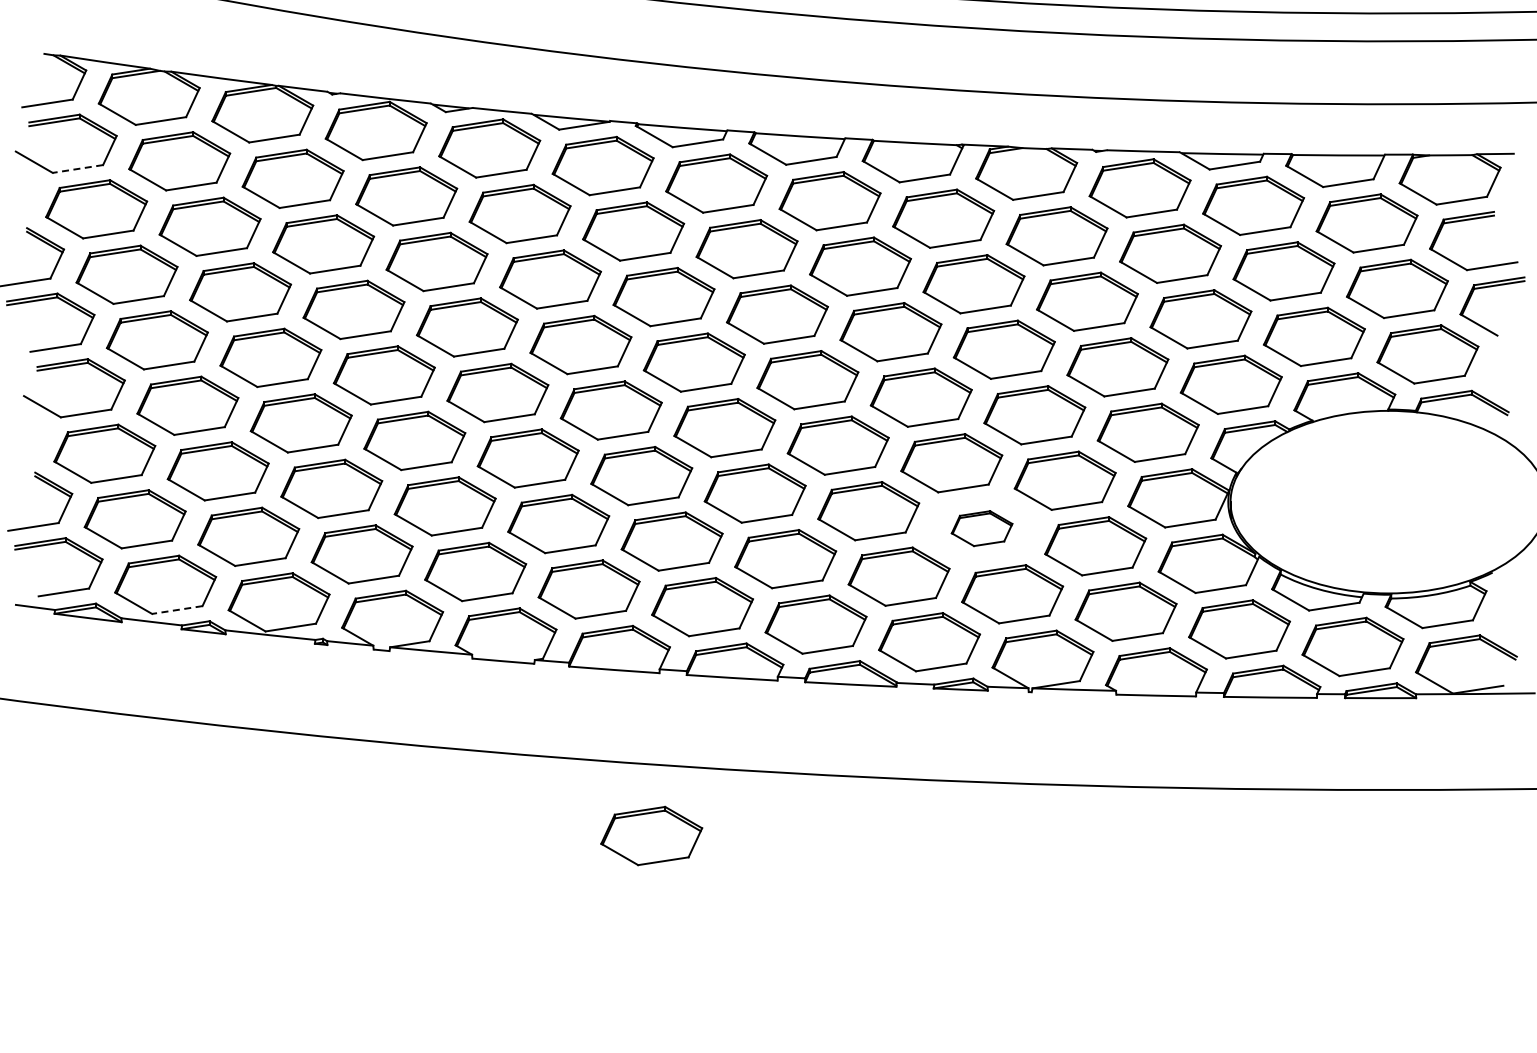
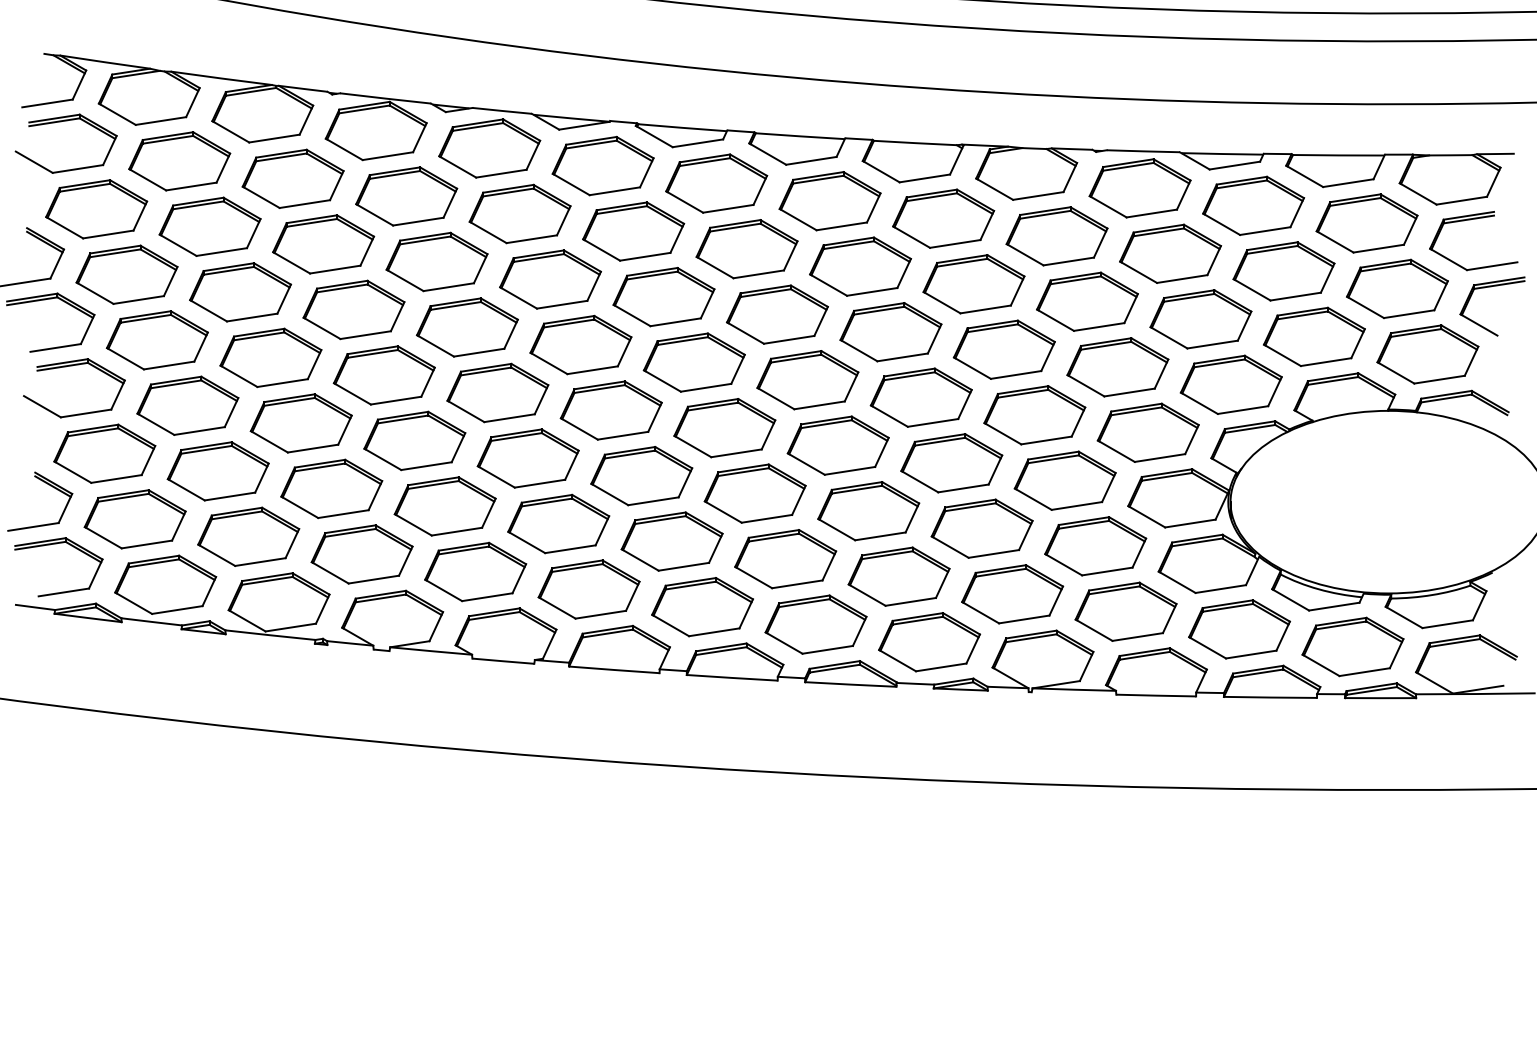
line at (77, 169): dashed -> solid
part at (981, 528) size: 64x38 px -> 104x61 px
line at (177, 610): dashed -> solid
part at (651, 835): present -> none
